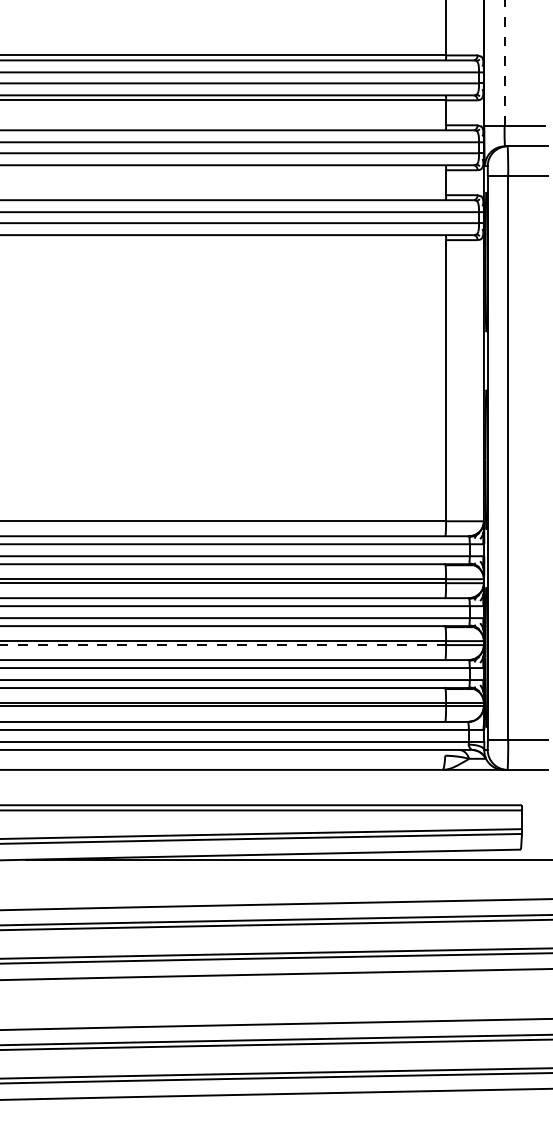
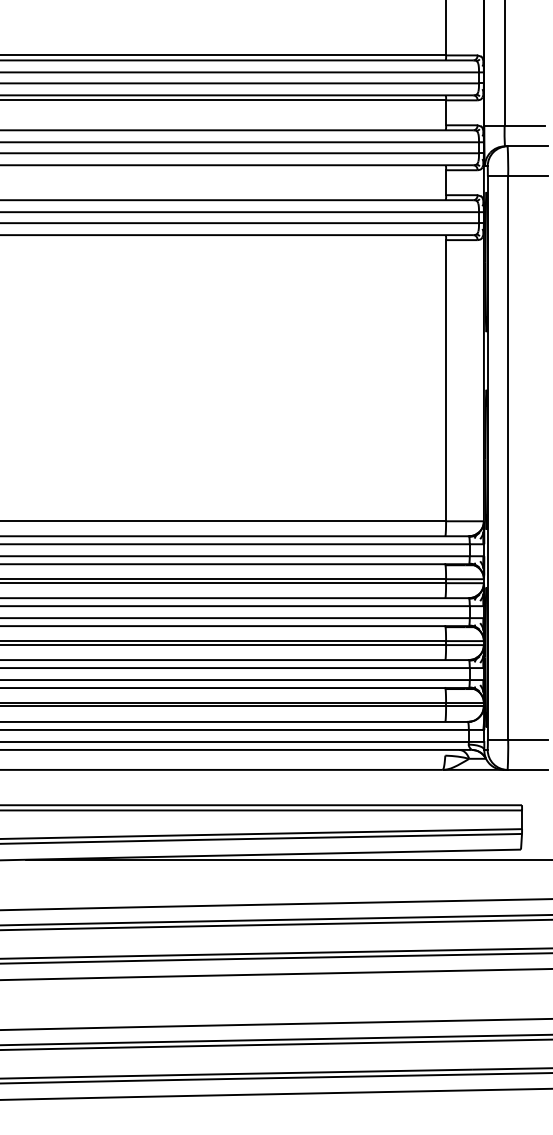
line at (504, 63): dashed -> solid
line at (223, 645): dashed -> solid
